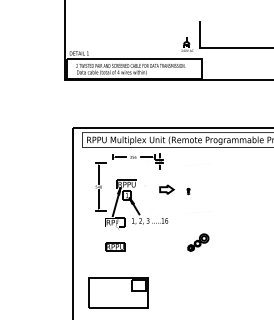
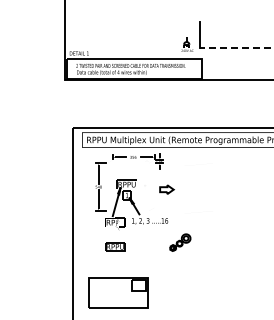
line at (236, 48): solid -> dashed
part at (188, 191): present -> none
part at (198, 242) position: (198, 242) -> (180, 242)
